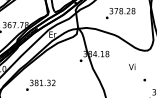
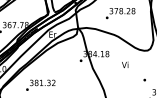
text at (132, 66) position: (132, 66) -> (125, 64)
